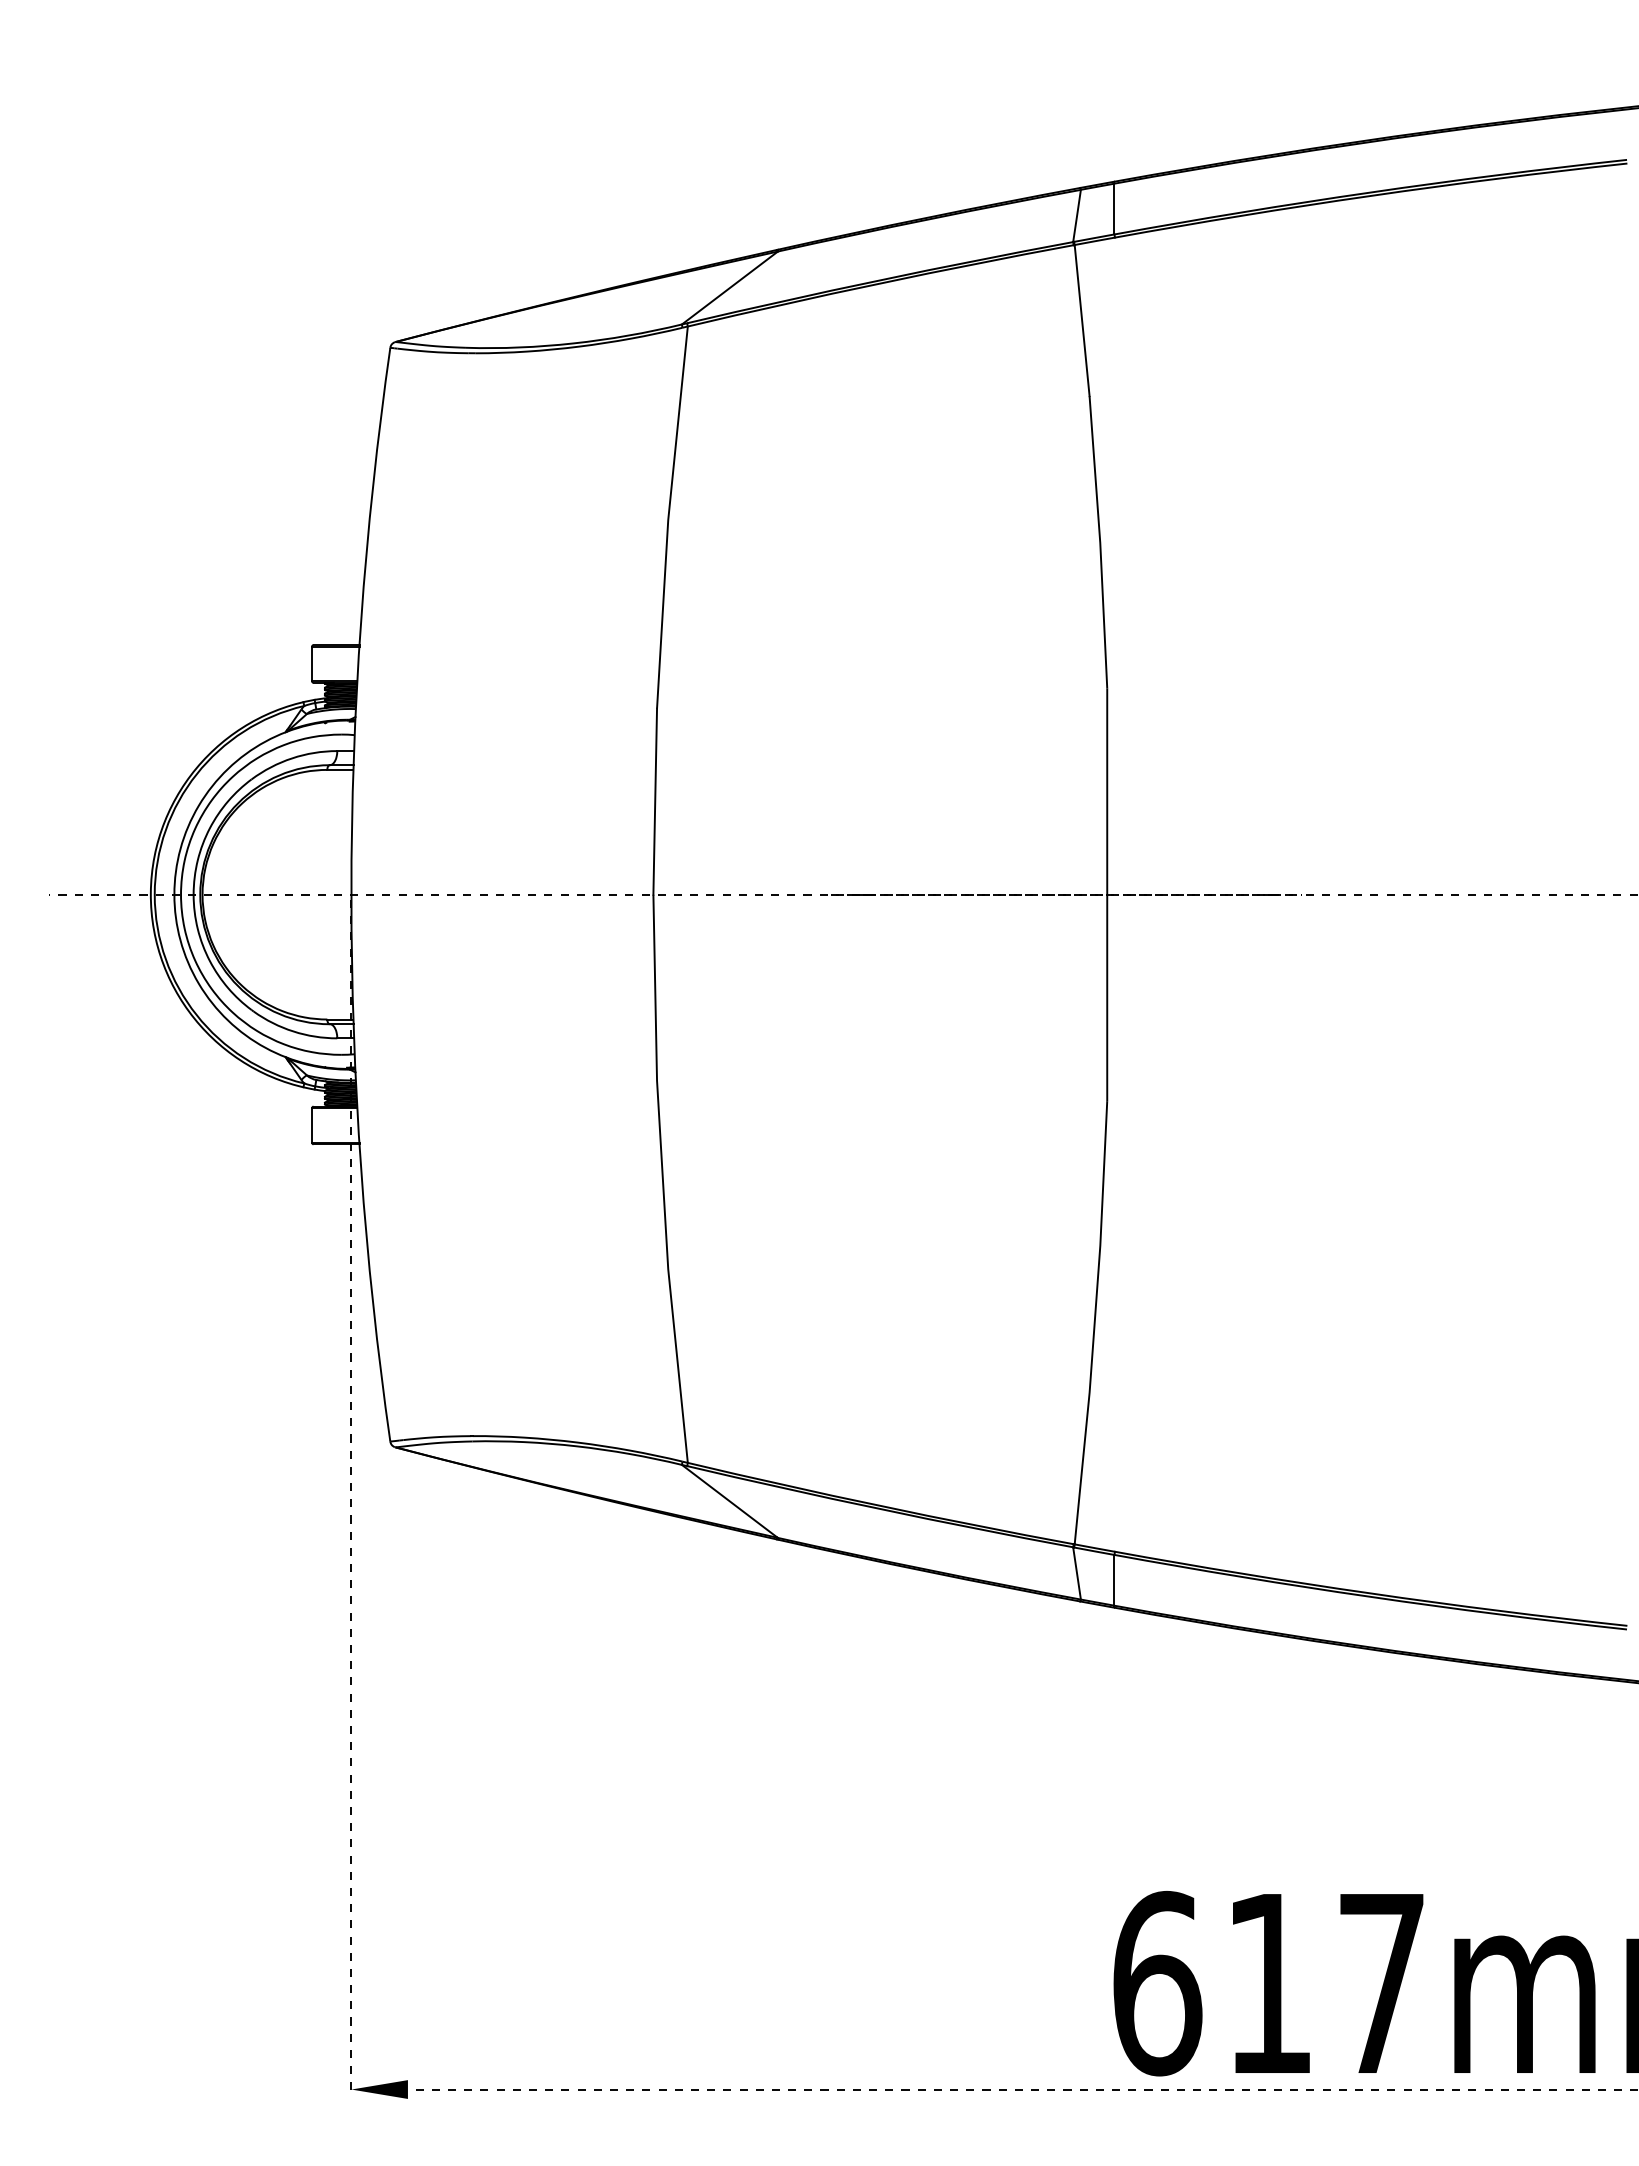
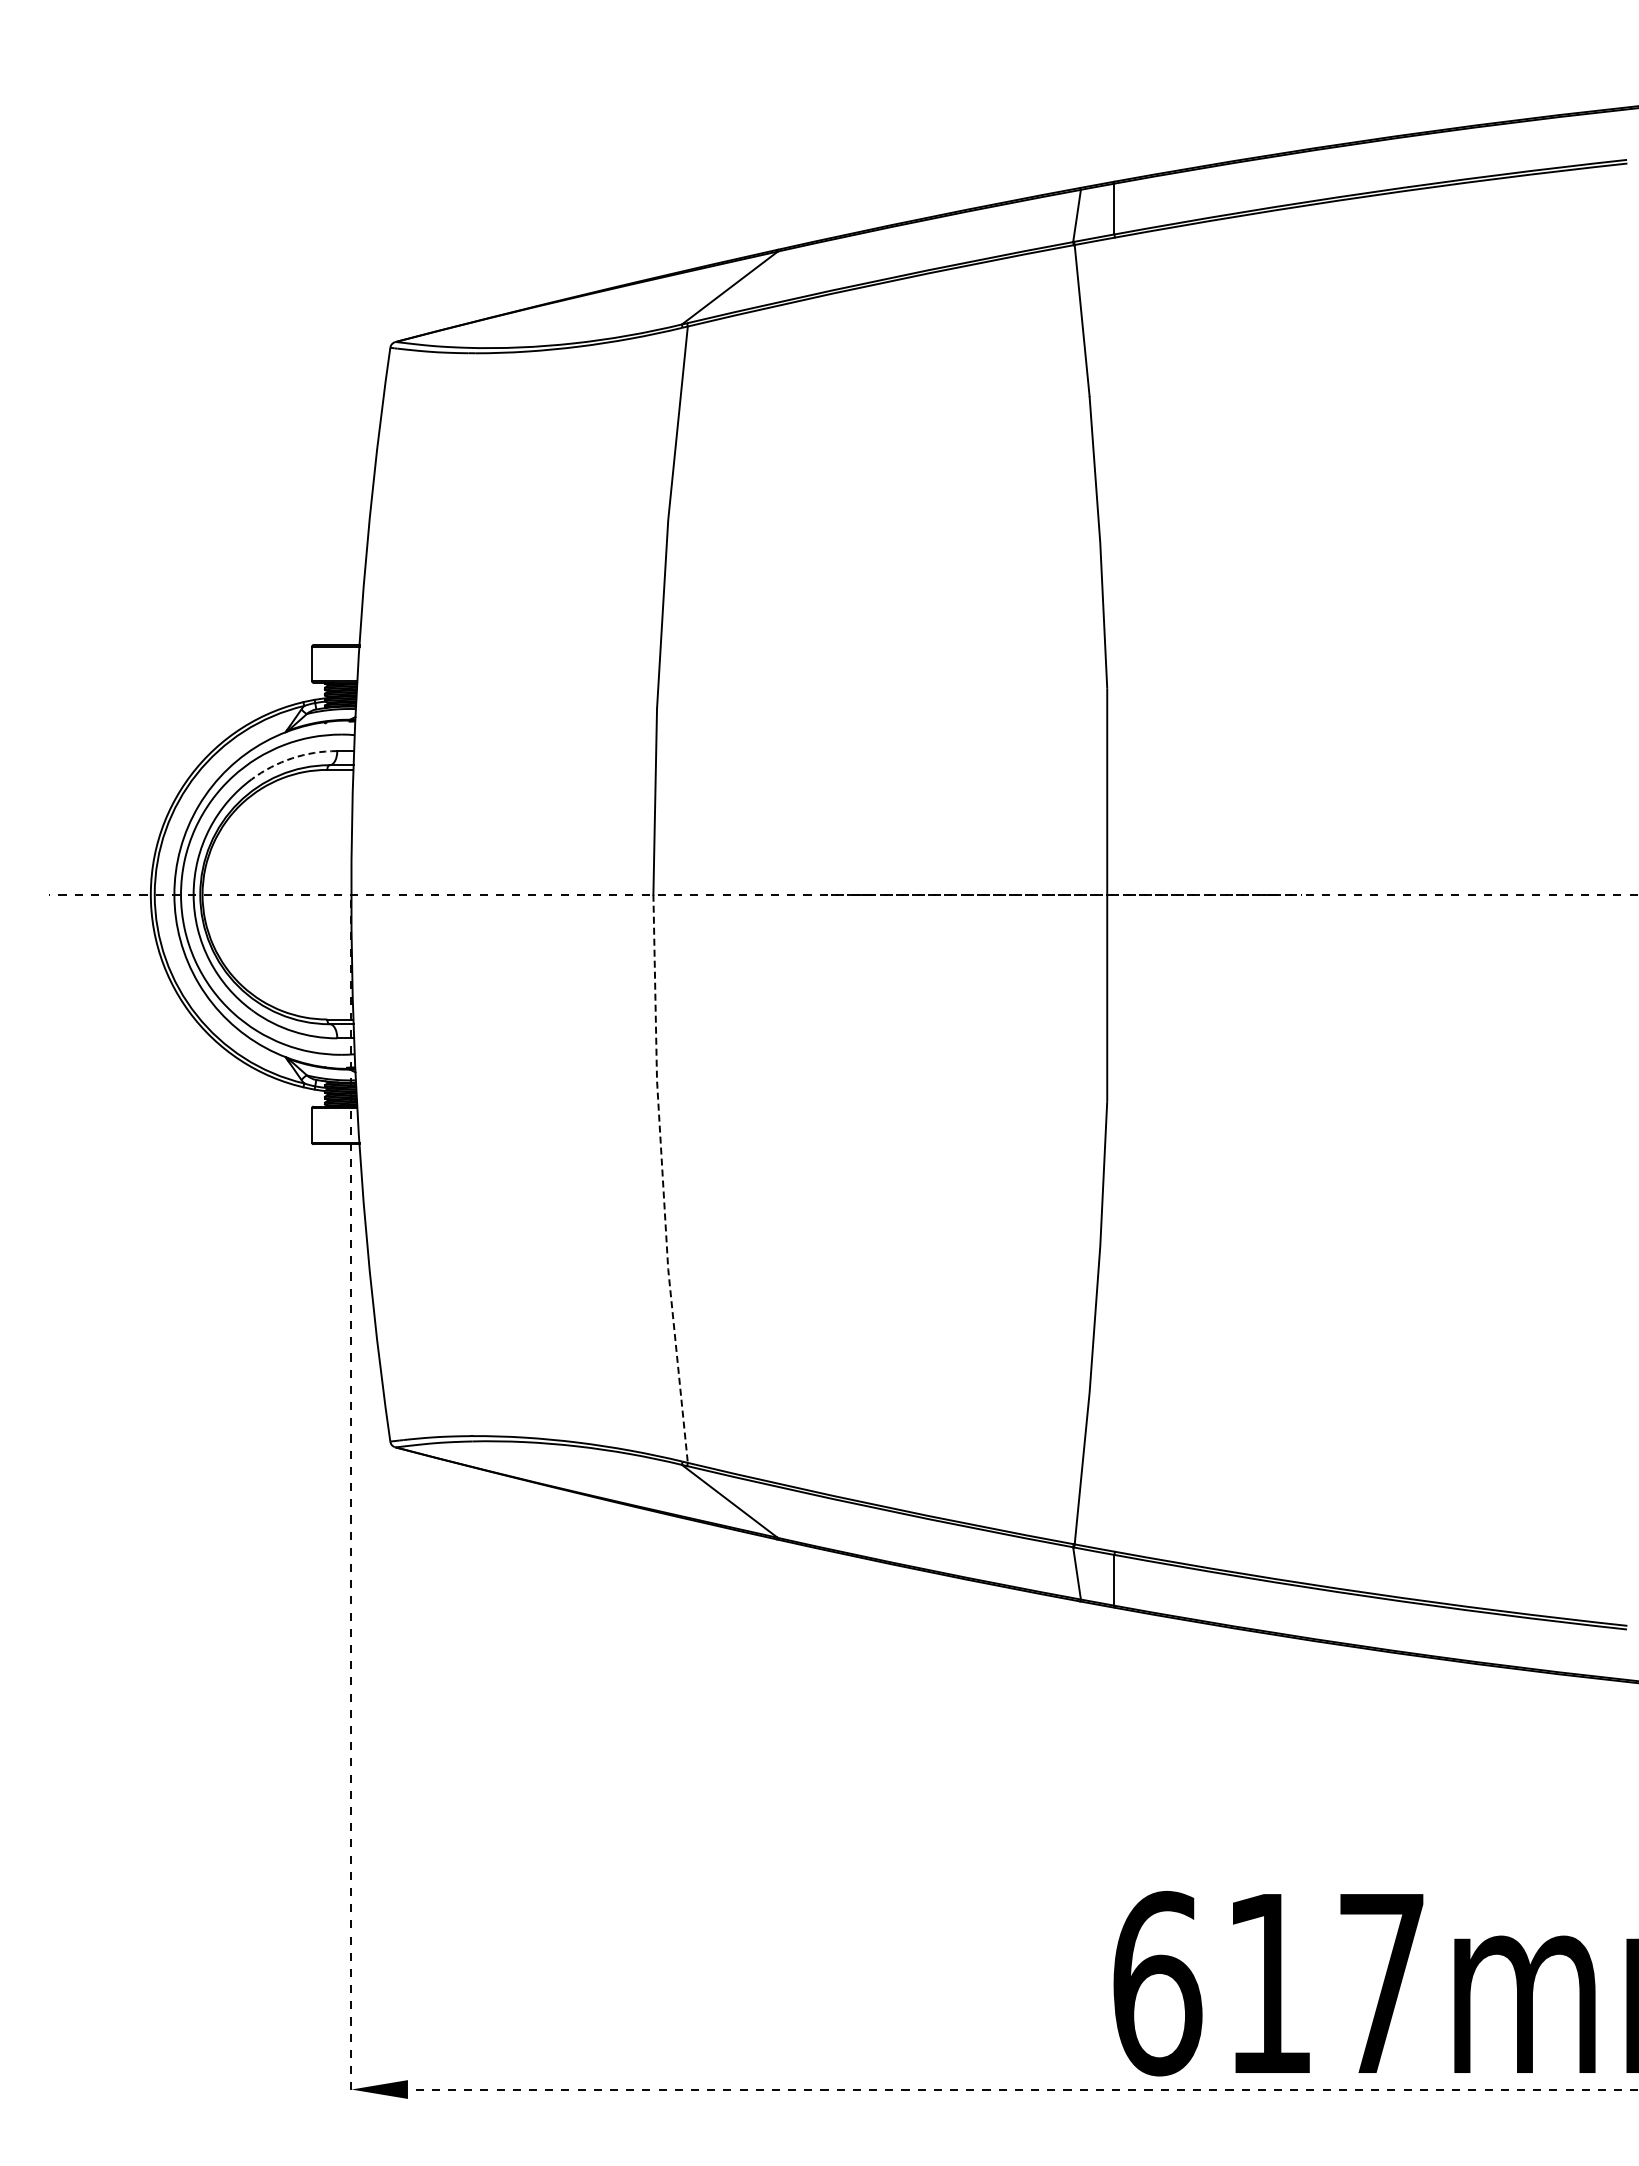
arc at (292, 758): solid -> dashed
line at (662, 1179): solid -> dashed
